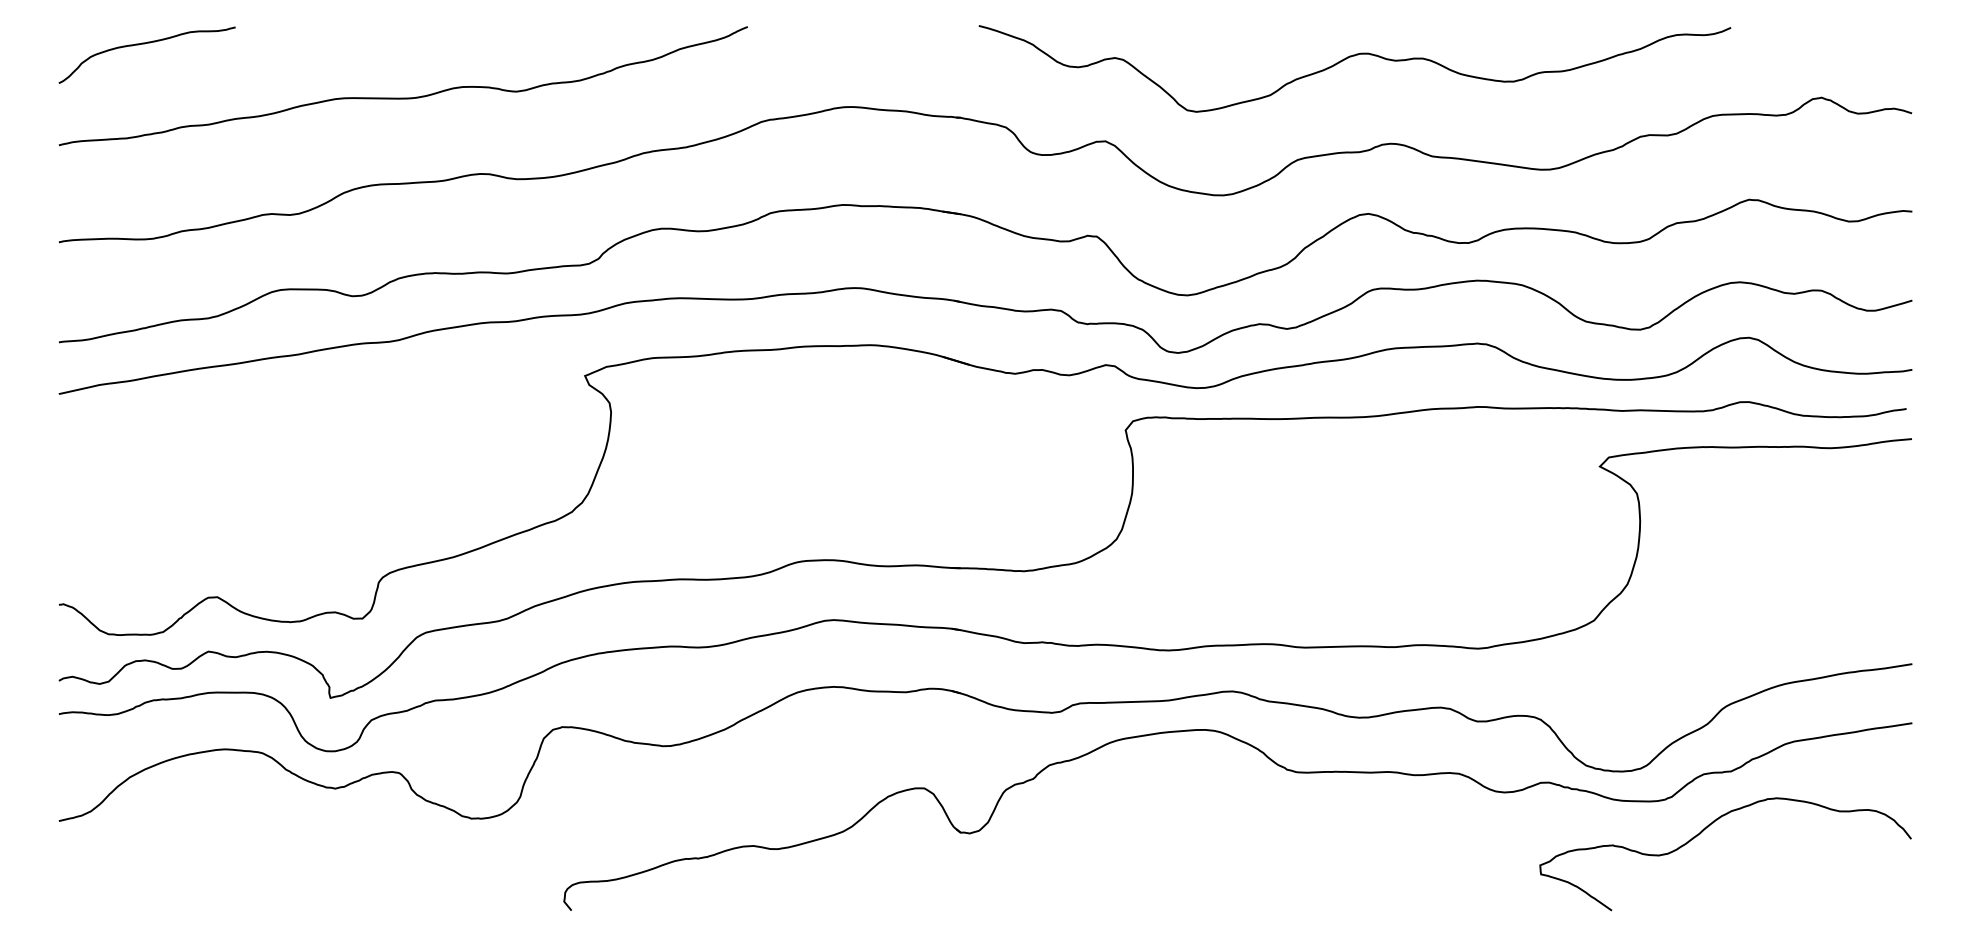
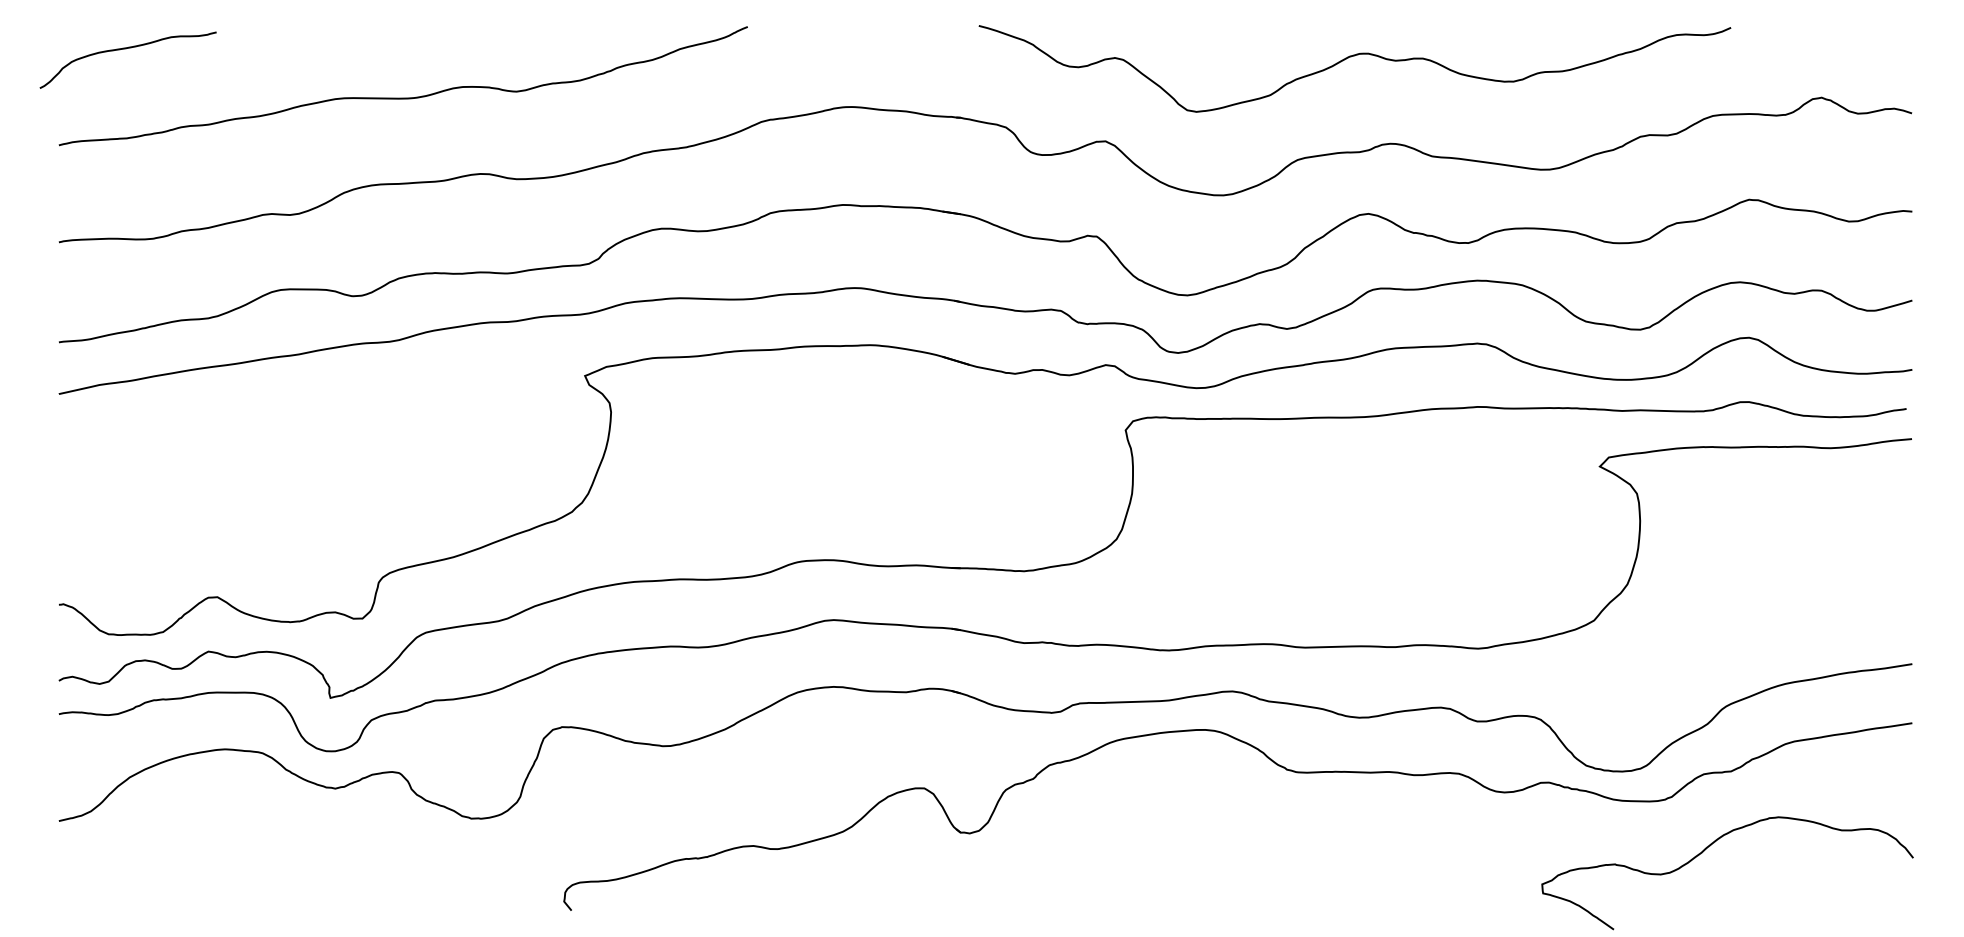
curve at (145, 44) position: (145, 44) -> (126, 49)
curve at (1703, 831) position: (1703, 831) -> (1705, 850)
